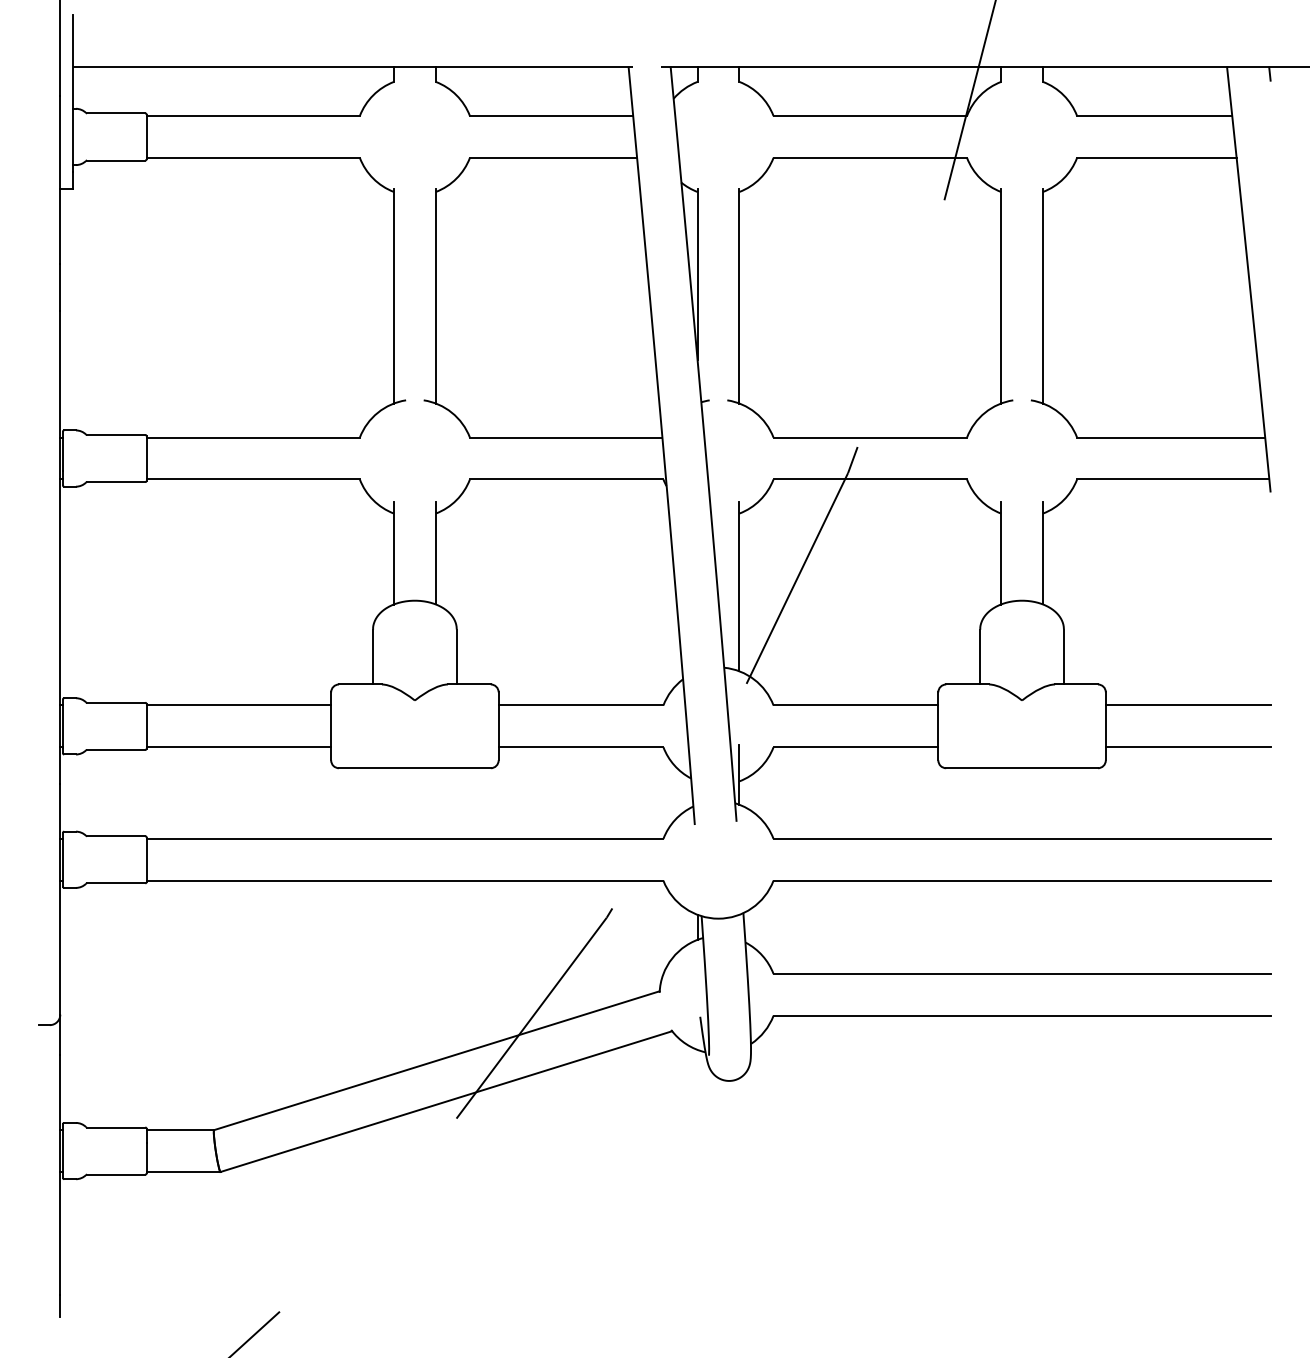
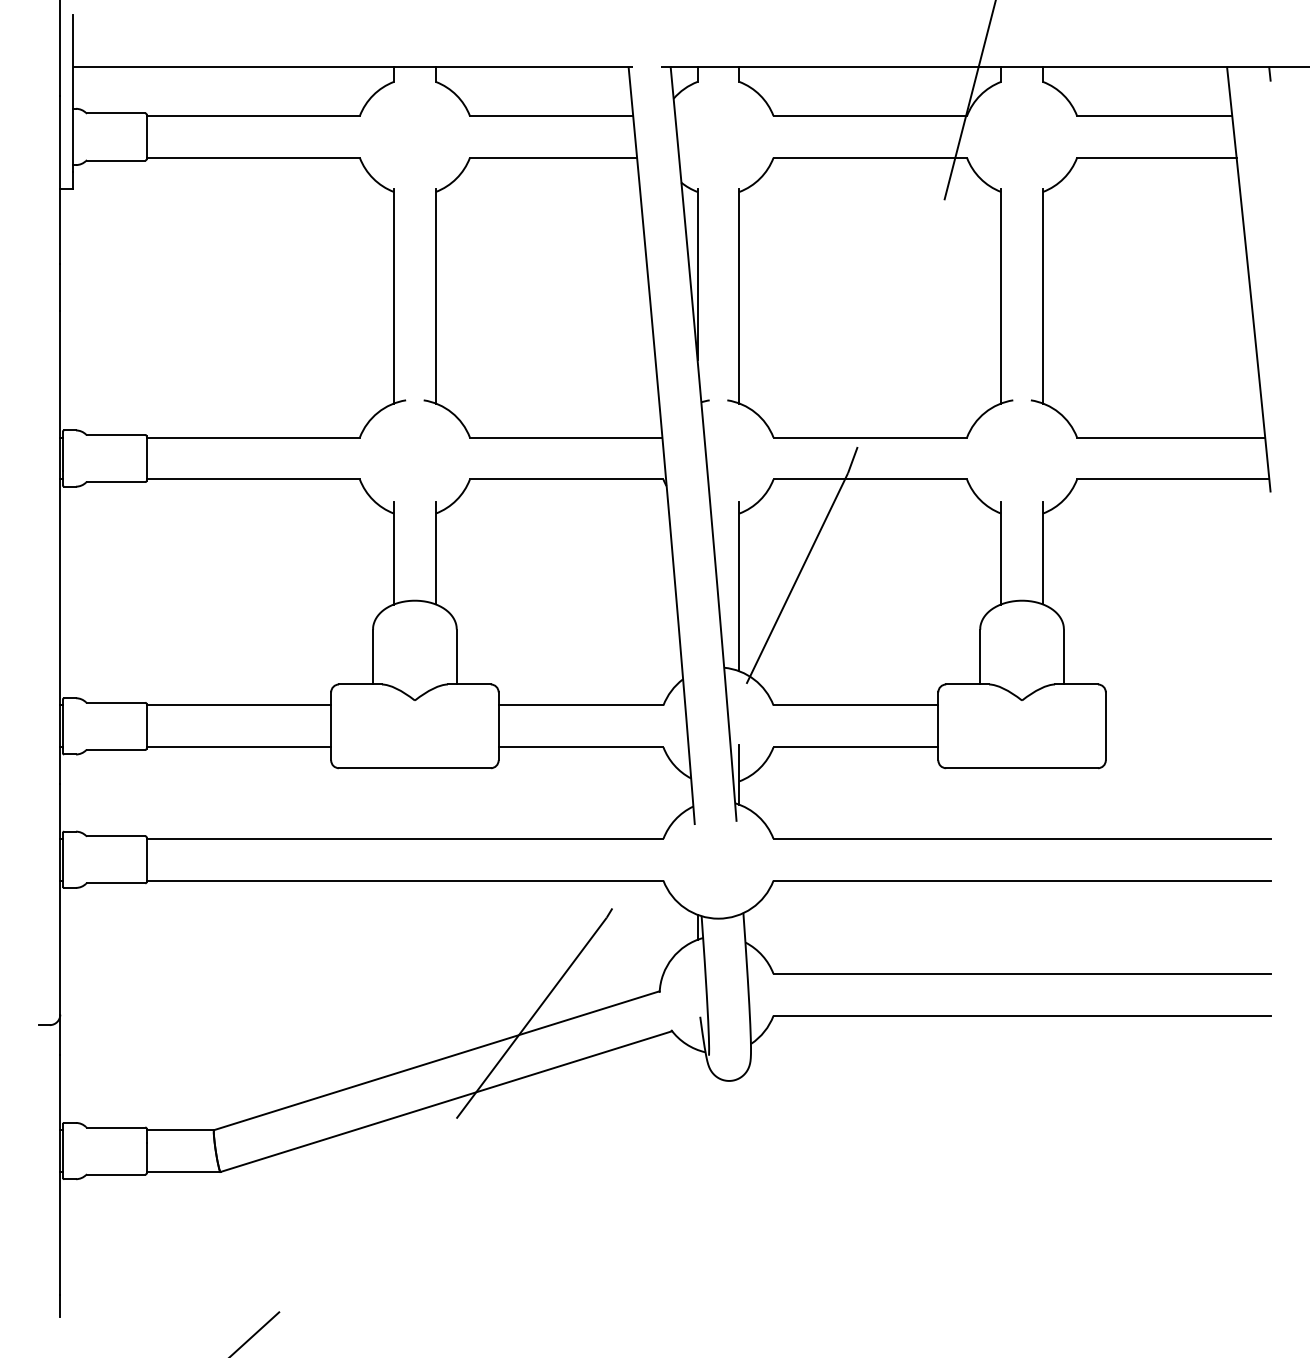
line at (1187, 705): present -> none
line at (1187, 747): present -> none
